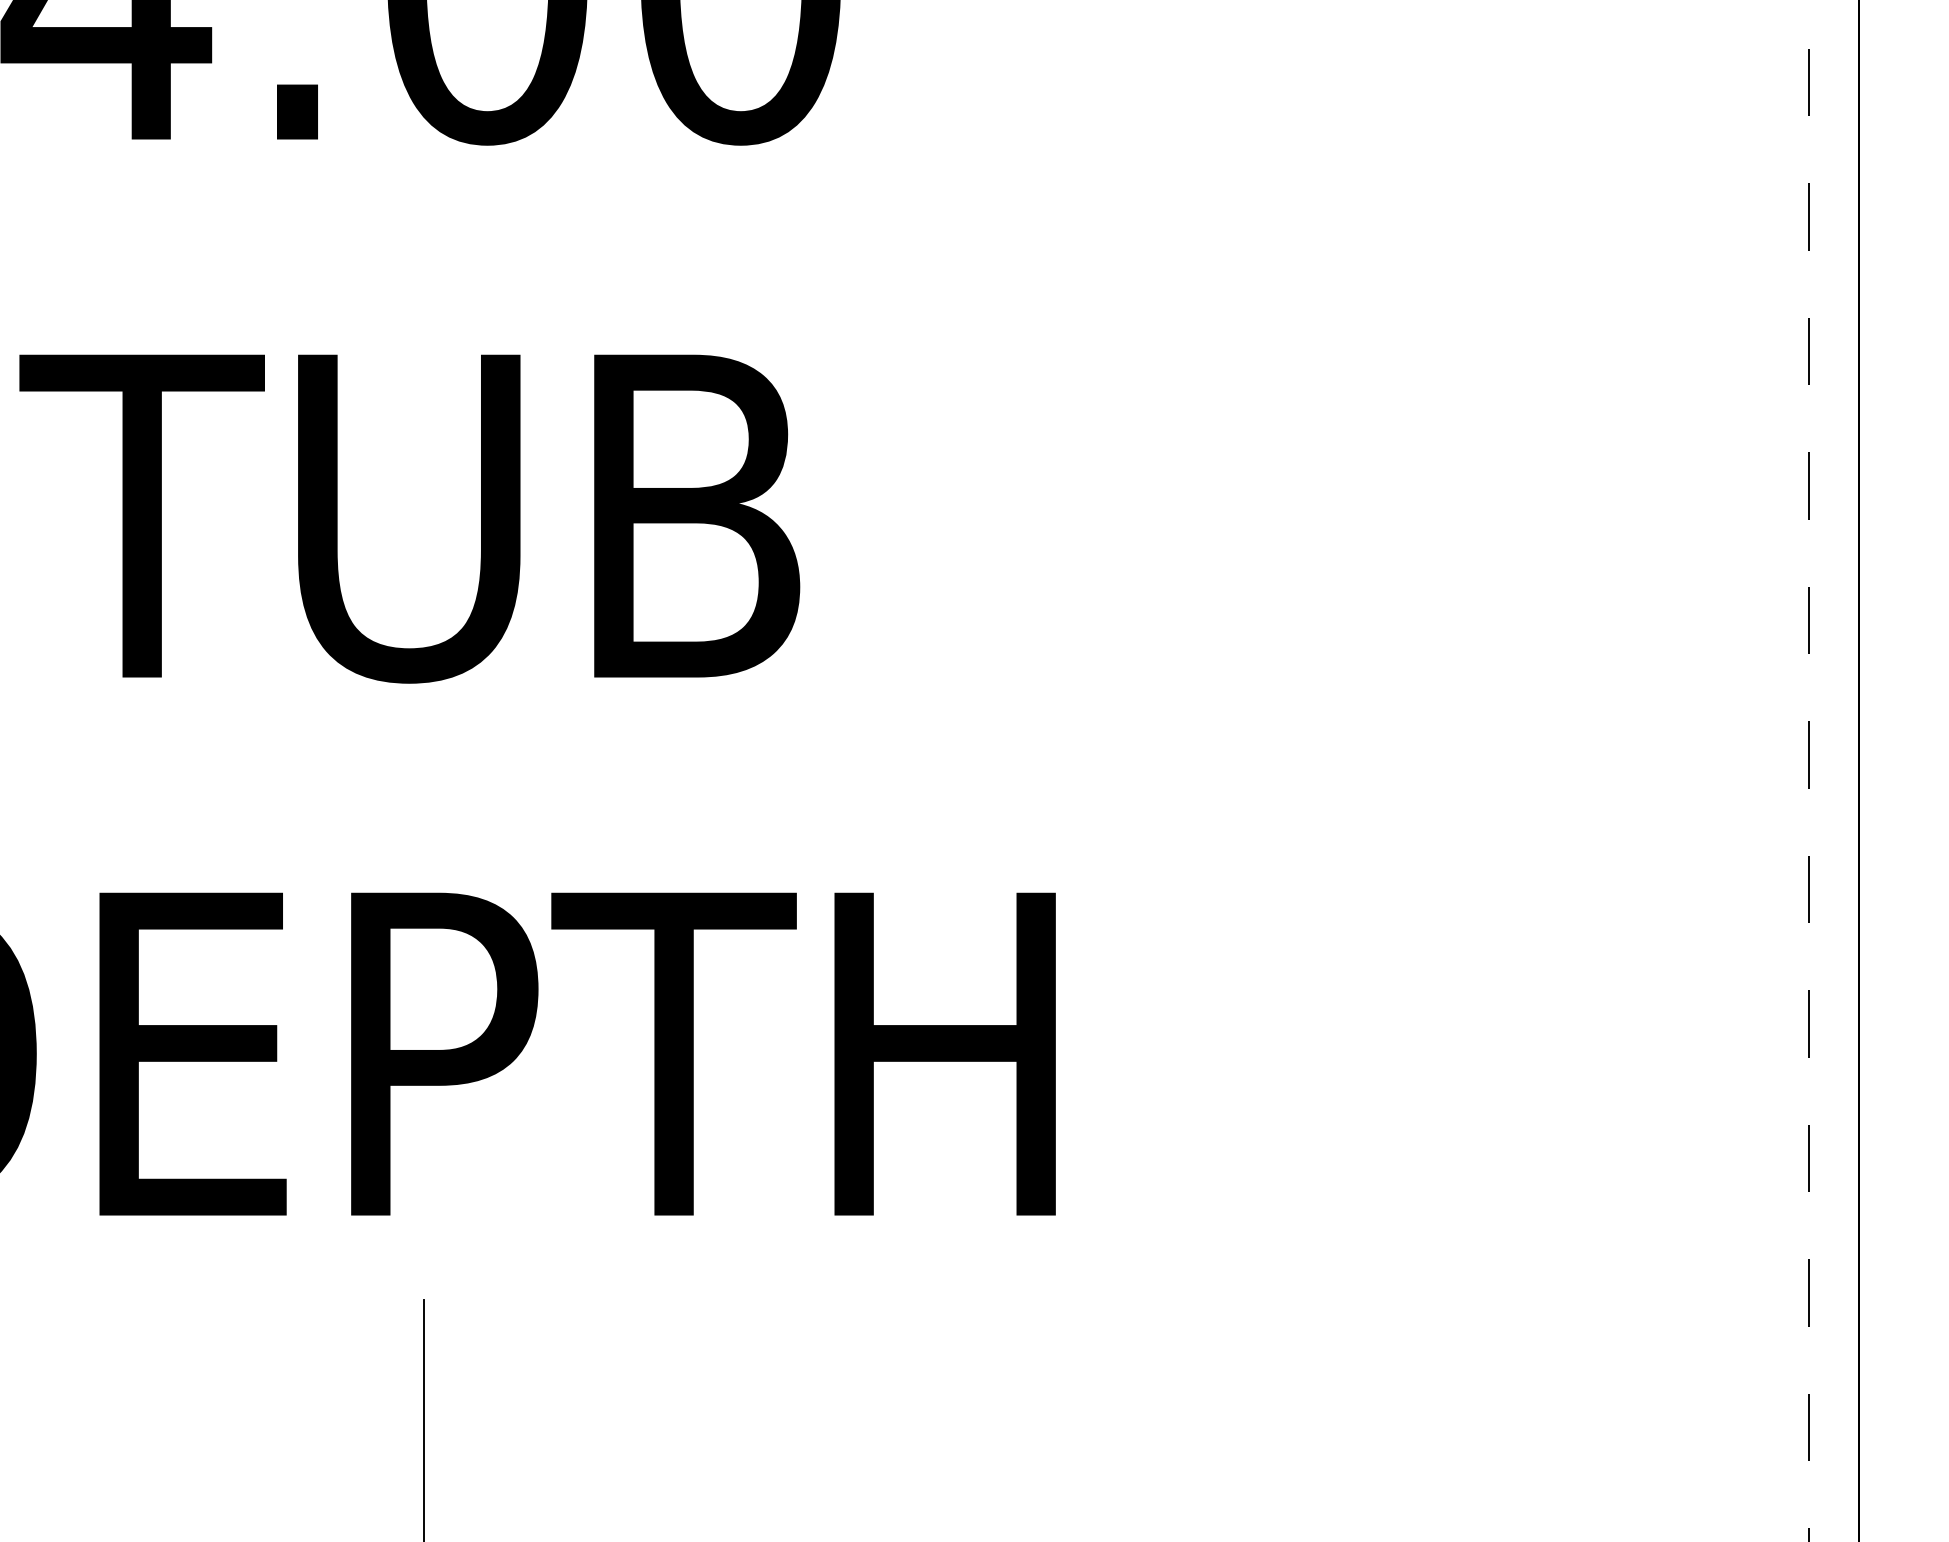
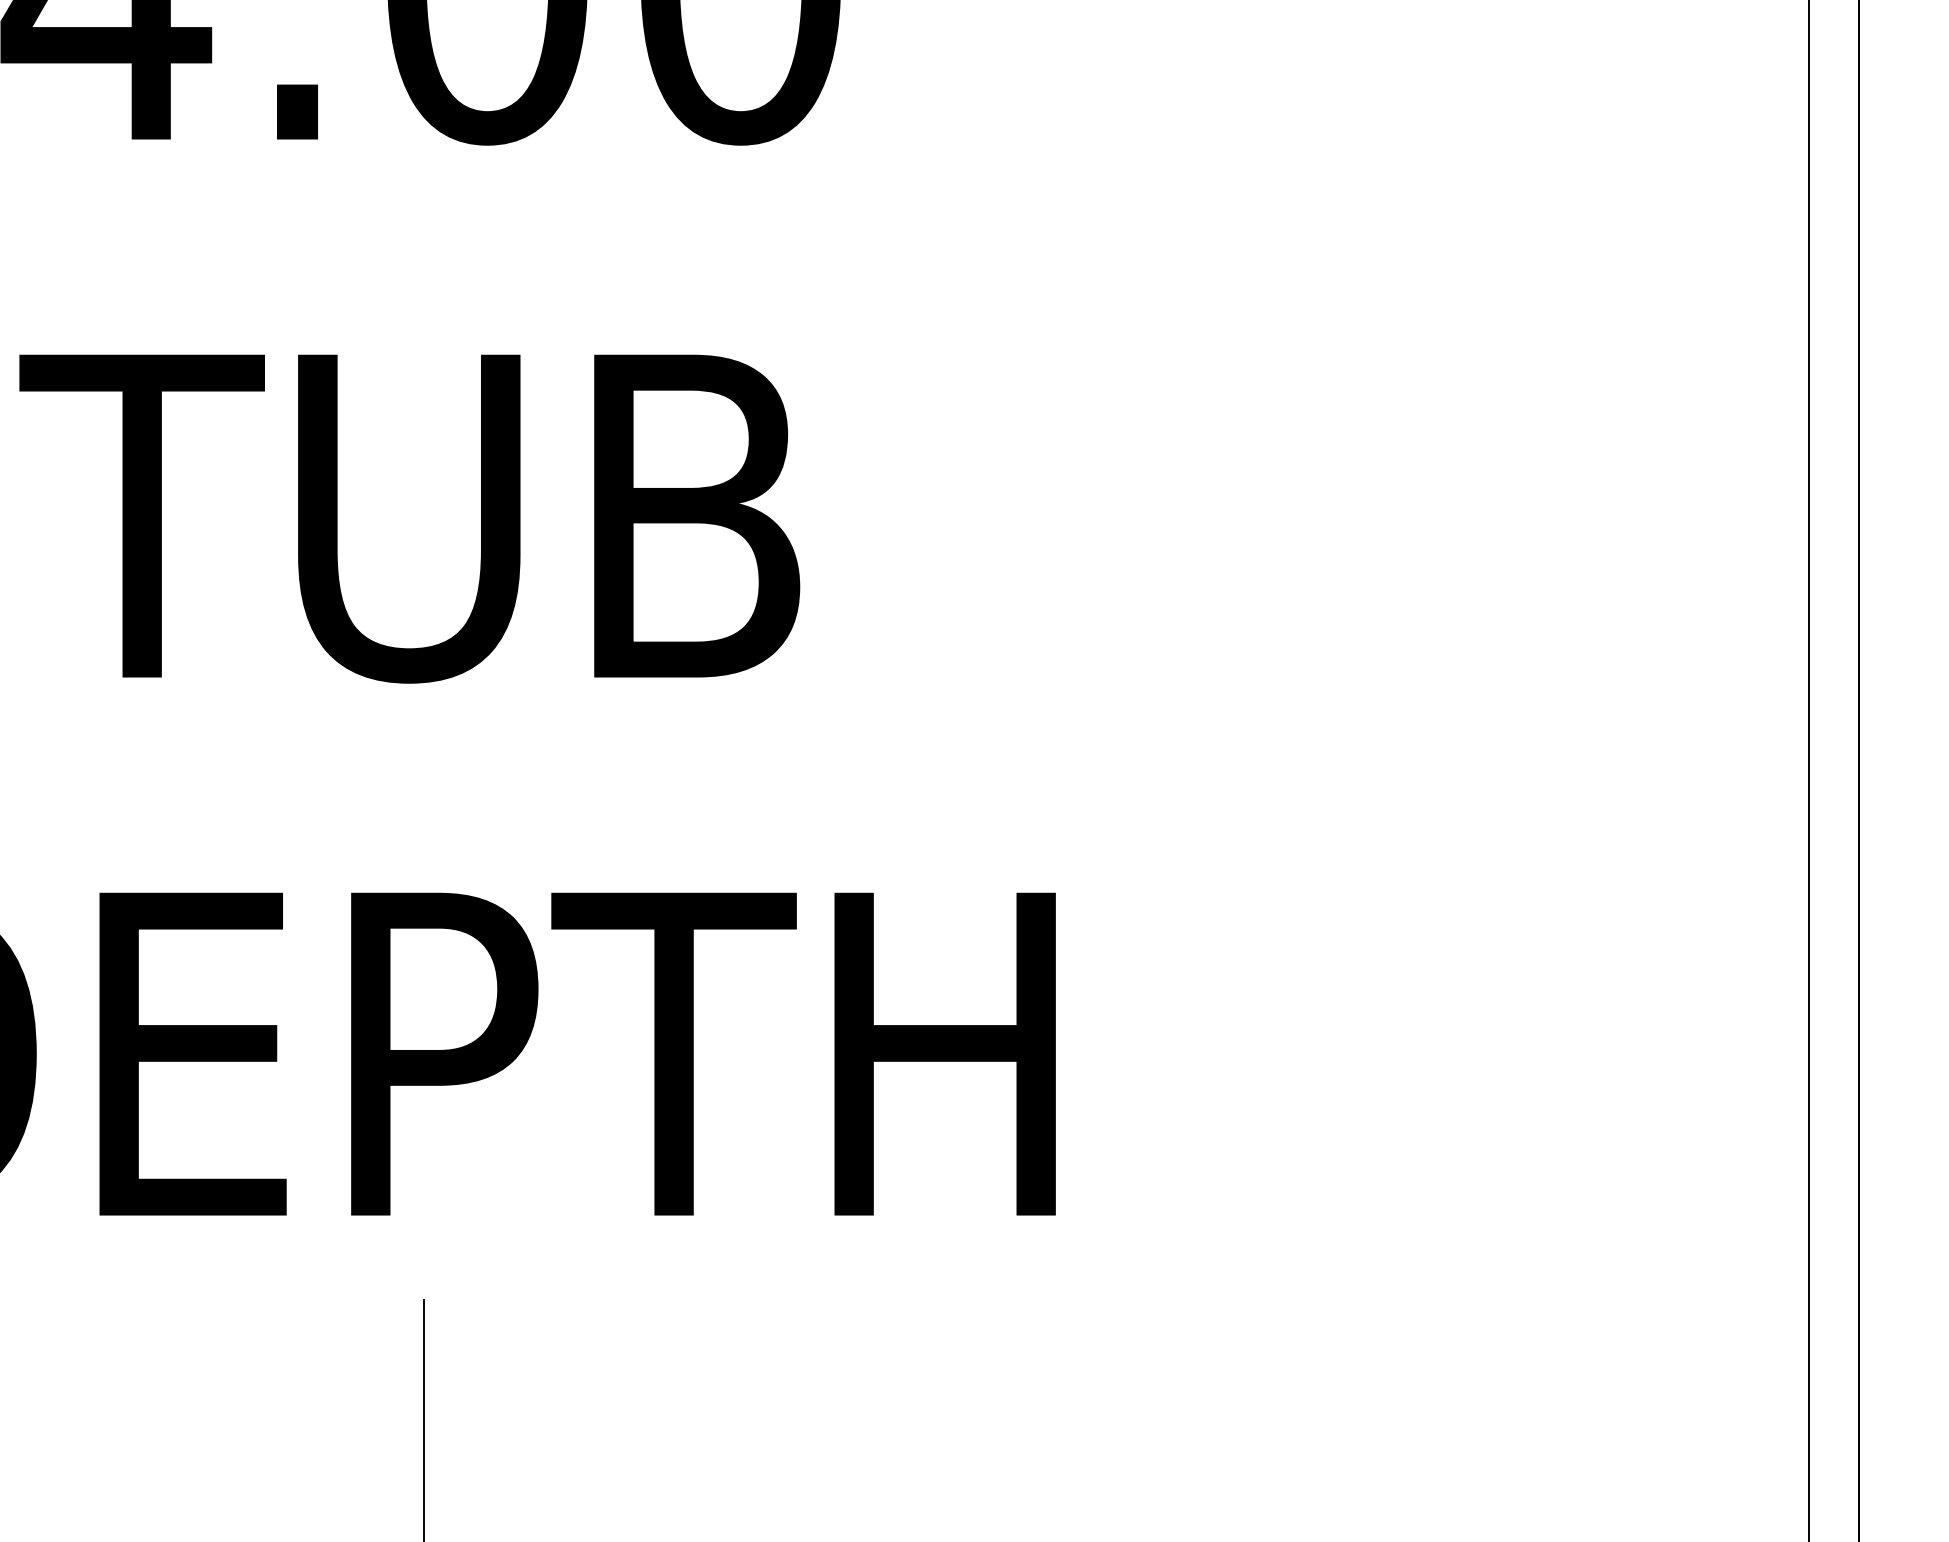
line at (1808, 771): dashed -> solid
